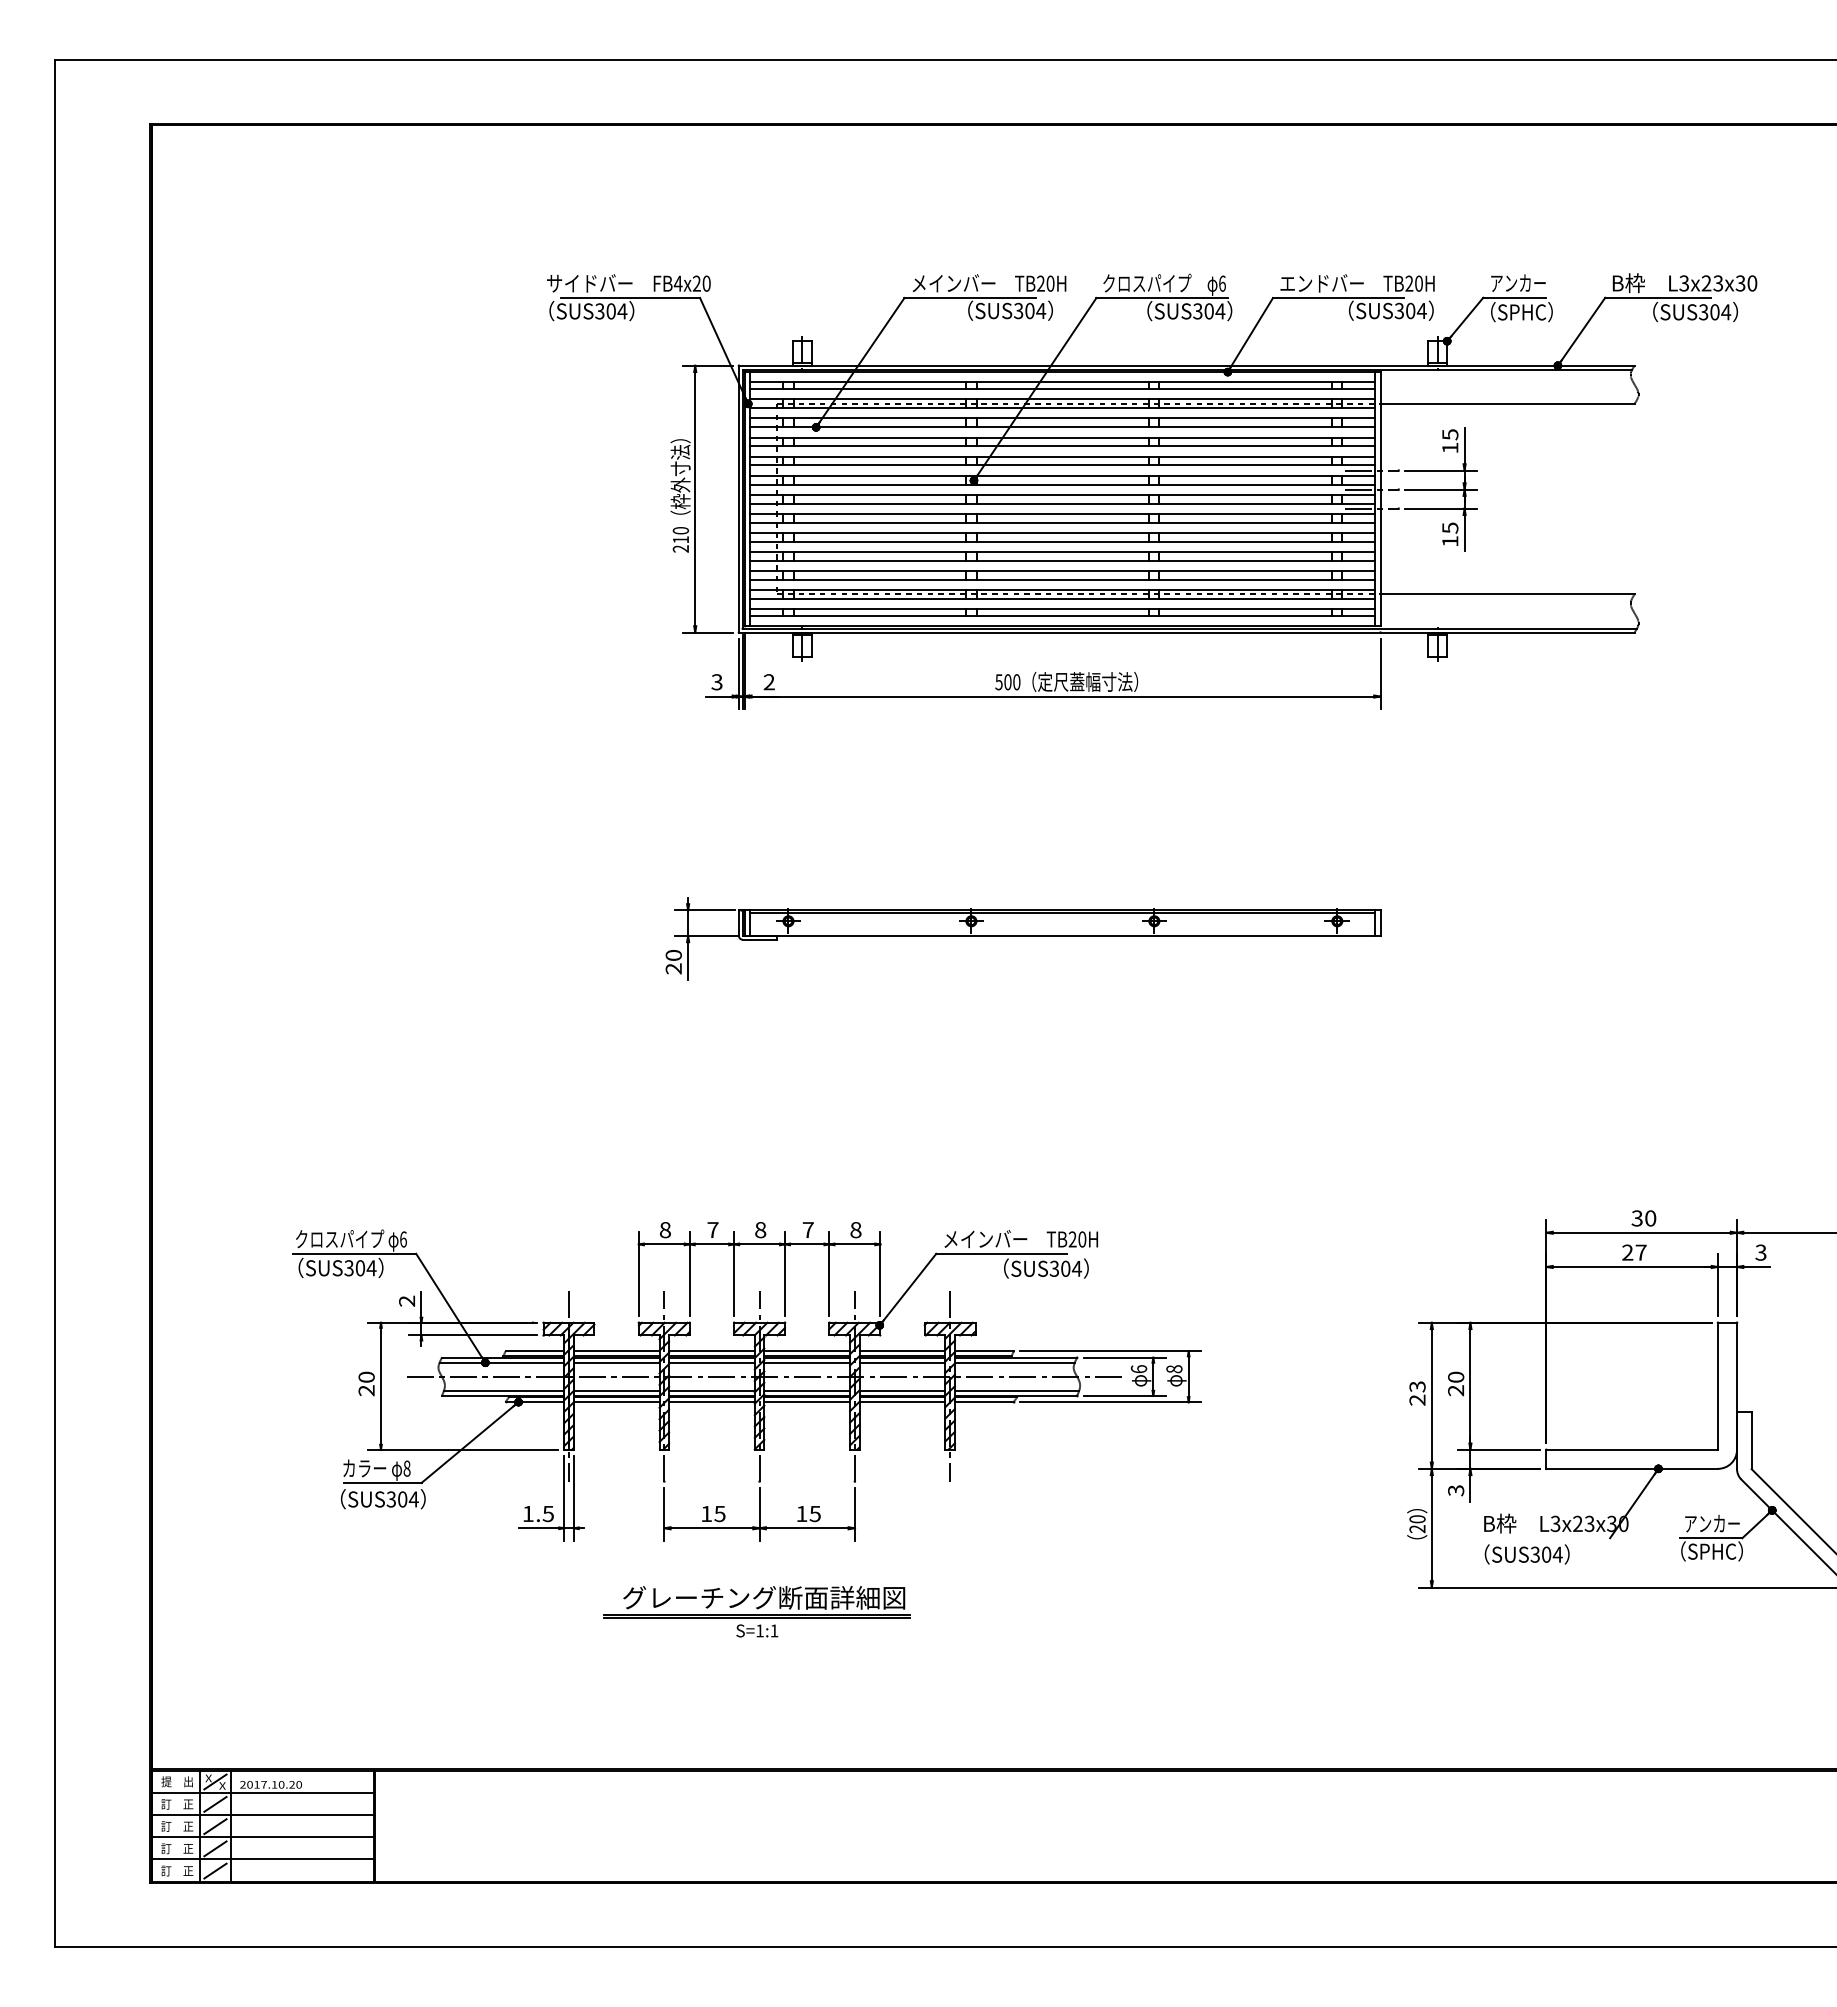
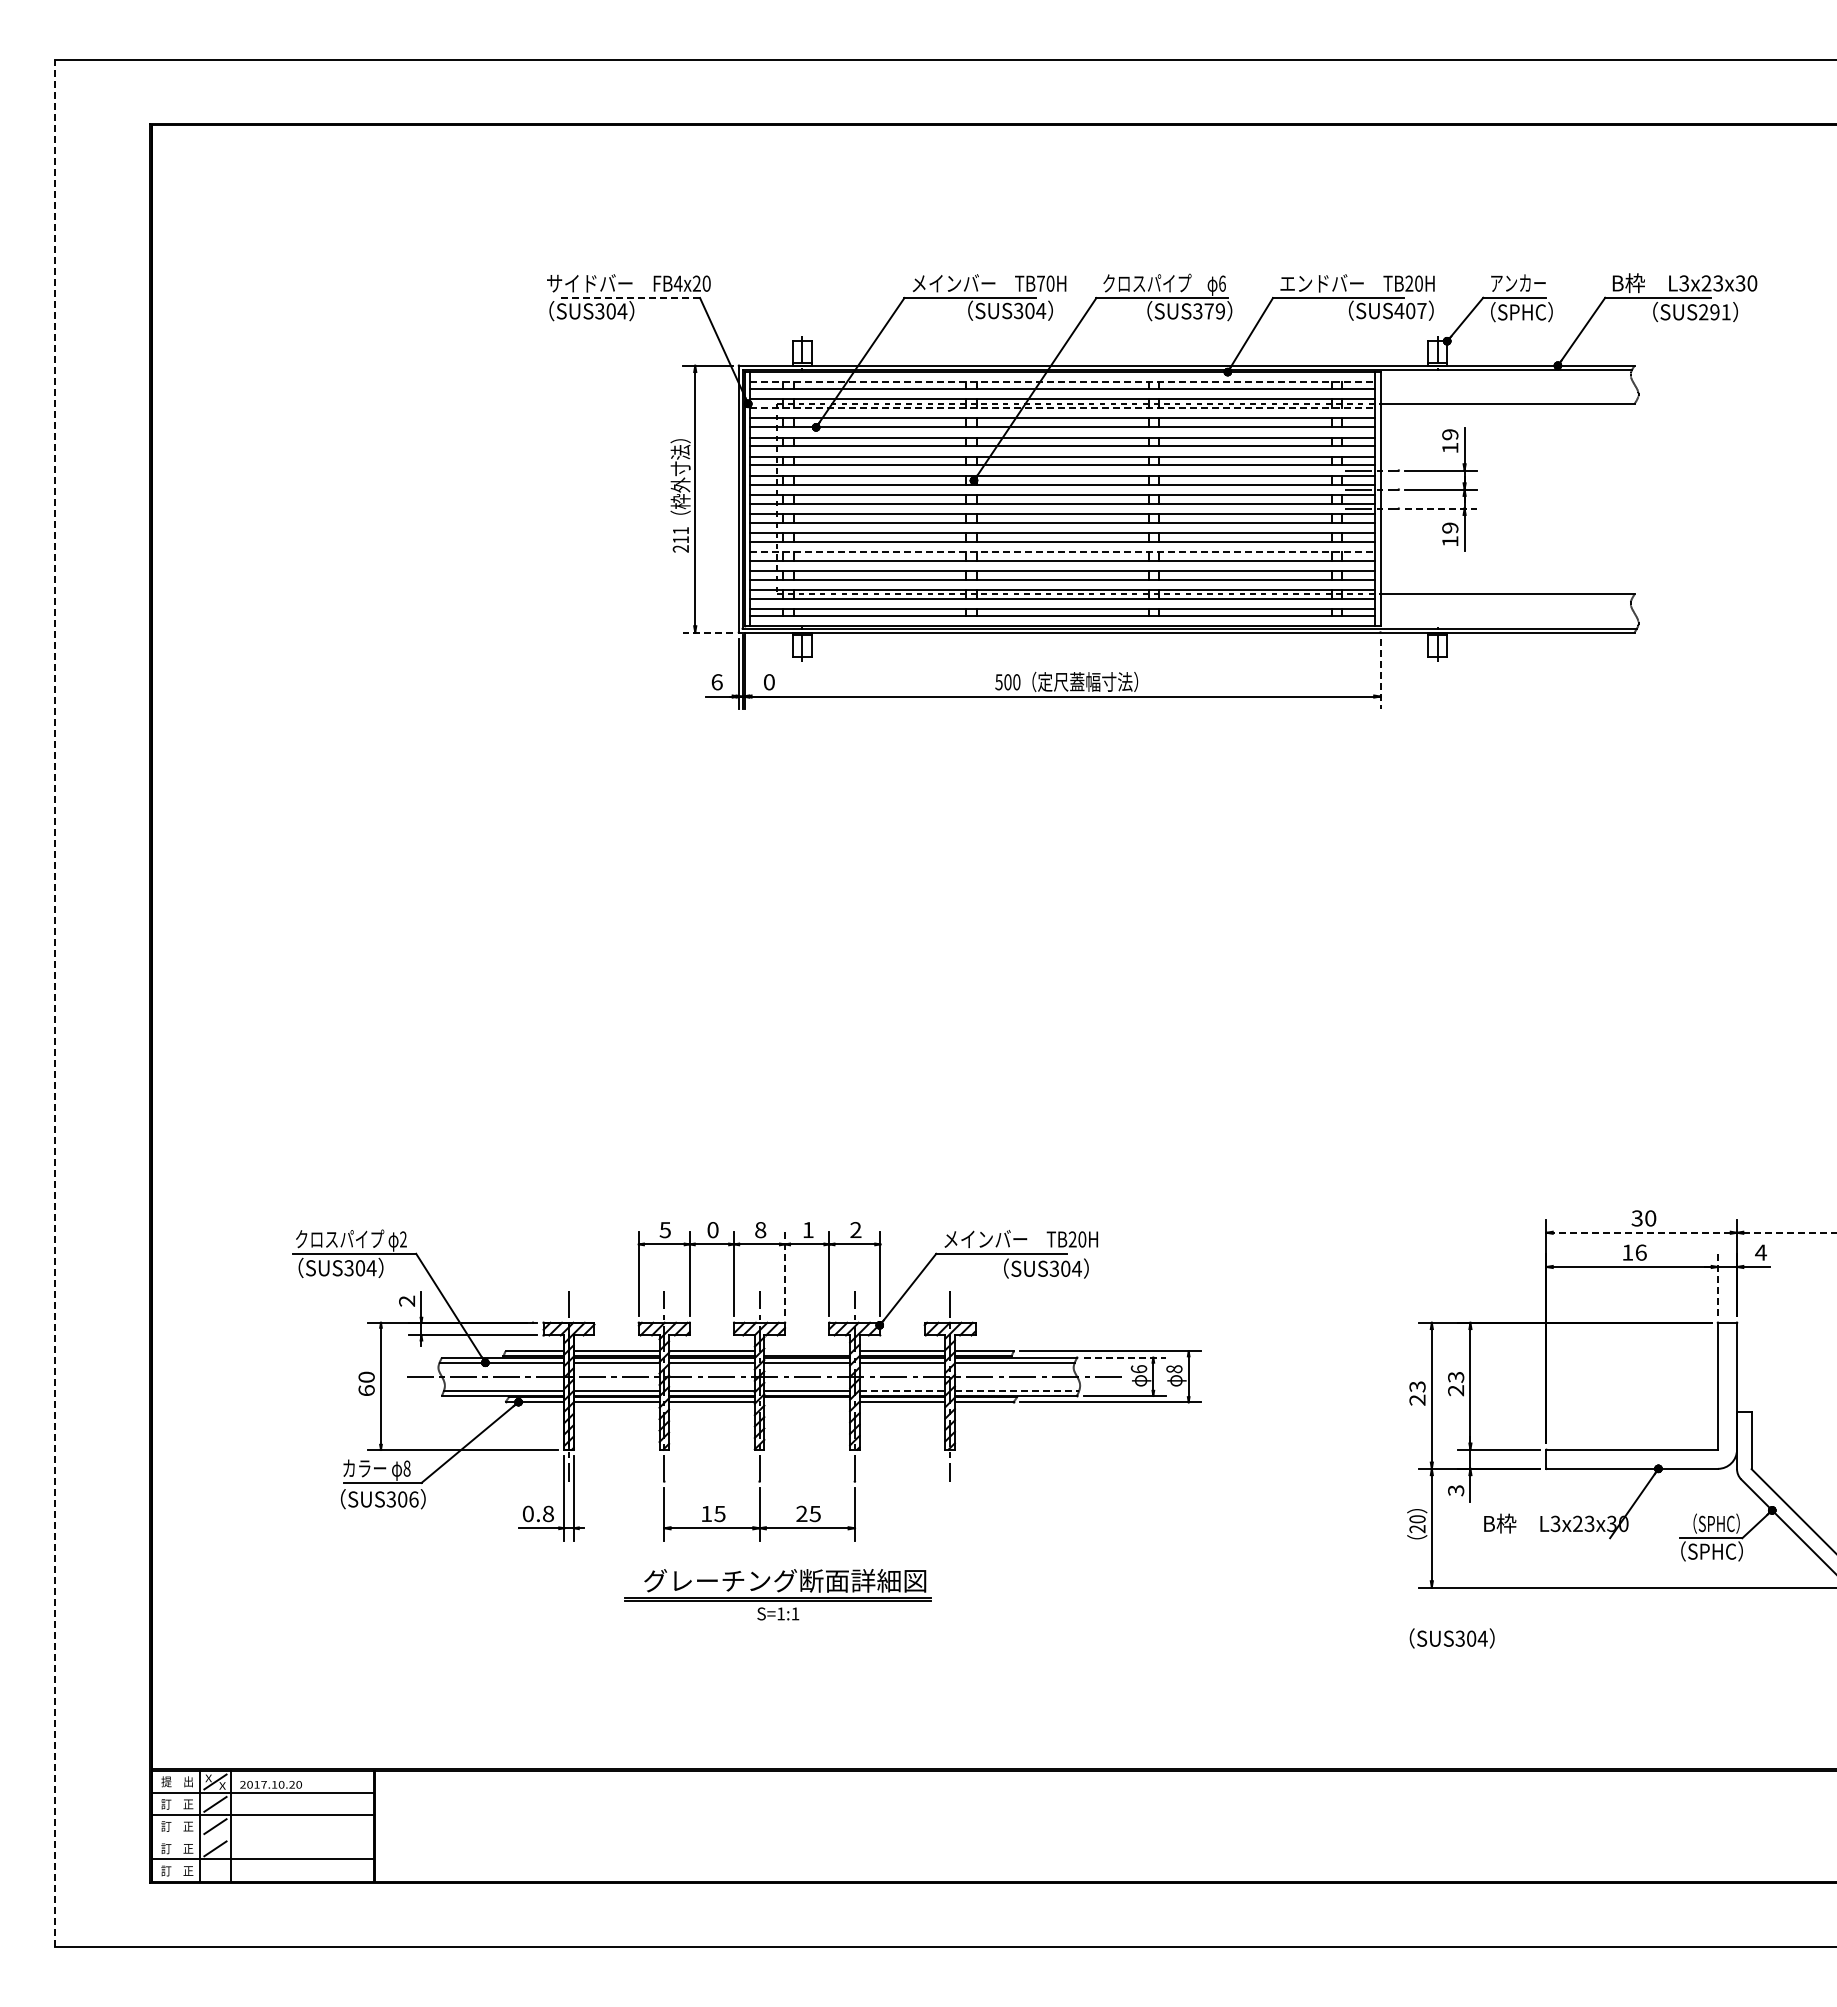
text at (1040, 283): TB20H -> TB70H
line at (631, 298): solid -> dashed
text at (1410, 310): SUS304 -> SUS407
text at (1214, 311): SUS304 -> SUS379
text at (1715, 312): SUS304 -> SUS291
line at (1062, 382): solid -> dashed
line at (1062, 408): solid -> dashed
text at (1450, 434): 15 -> 19
line at (1441, 508): solid -> dashed
text at (1450, 527): 15 -> 19
text at (680, 530): 210 -> 211
line at (1062, 551): solid -> dashed
line at (707, 632): solid -> dashed
line at (1380, 674): solid -> dashed
text at (716, 682): 3 -> 6
text at (768, 682): 2 -> 0
part at (1023, 938): present -> none
line at (55, 1003): solid -> dashed
text at (807, 1229): 7 -> 1
text at (664, 1230): 8 -> 5
text at (712, 1230): 7 -> 0
text at (855, 1230): 8 -> 2
line at (1641, 1232): solid -> dashed
line at (1790, 1232): solid -> dashed
text at (403, 1239): 6 -> 2
text at (1634, 1252): 27 -> 16
text at (1761, 1252): 3 -> 4
line at (785, 1273): solid -> dashed
line at (1717, 1284): solid -> dashed
line at (807, 1351): present -> none
line at (1125, 1357): solid -> dashed
text at (1456, 1376): 20 -> 23
text at (366, 1390): 20 -> 60
line at (902, 1390): solid -> dashed
line at (1017, 1390): solid -> dashed
line at (807, 1402): present -> none
text at (413, 1499): SUS304 -> SUS306
text at (538, 1513): 1.5 -> 0.8
text at (801, 1513): 15 -> 25
text at (1712, 1523): アンカー -> （SPHC）
text at (1526, 1554) position: (1526, 1554) -> (1451, 1638)
part at (756, 1611) position: (756, 1611) -> (777, 1594)
line at (262, 1837): present -> none
line at (215, 1870): present -> none
